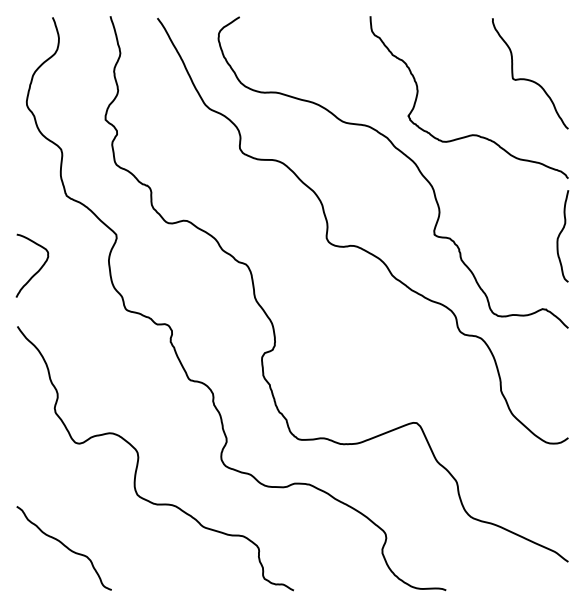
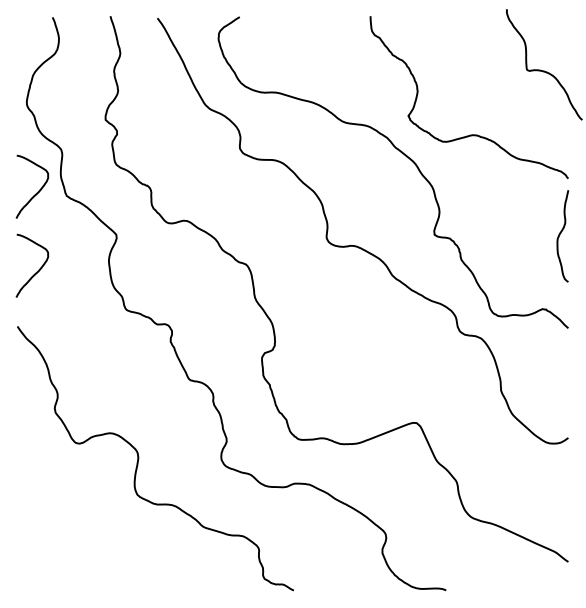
curve at (530, 79) position: (530, 79) -> (544, 70)
curve at (37, 191): none -> present
curve at (64, 546): present -> none
